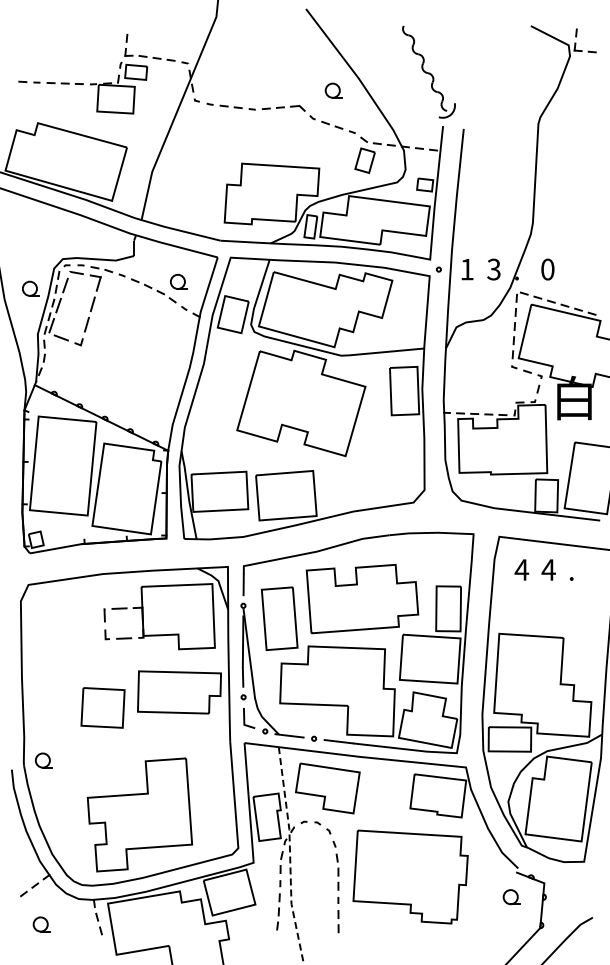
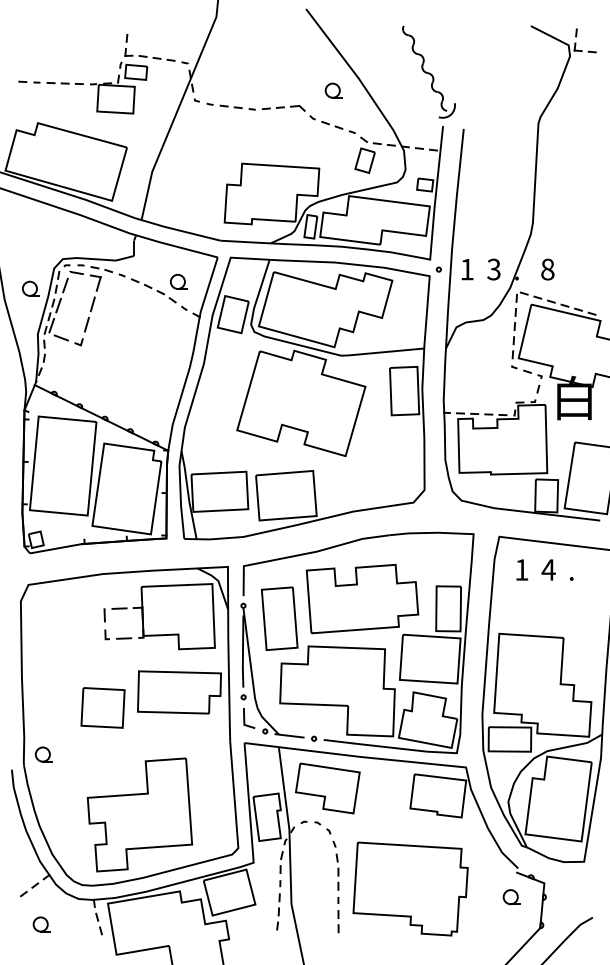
text at (547, 269): 0 -> 8
text at (521, 569): 4 -> 1
part at (43, 760) position: (43, 760) -> (43, 754)
line at (290, 856): dashed -> solid
part at (410, 876) position: (410, 876) -> (410, 888)
